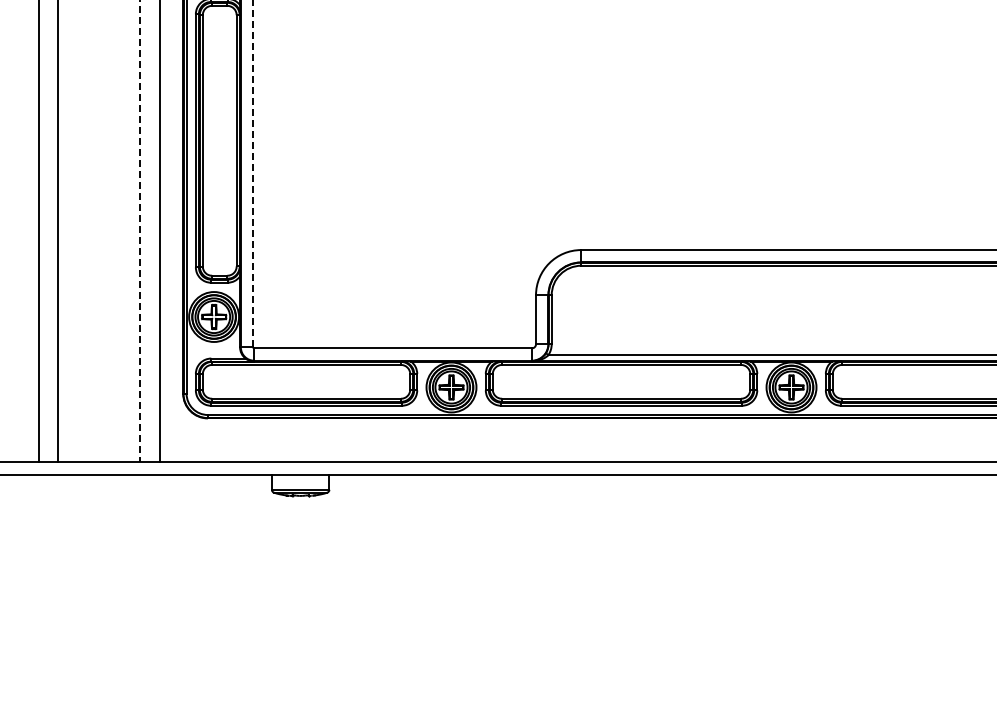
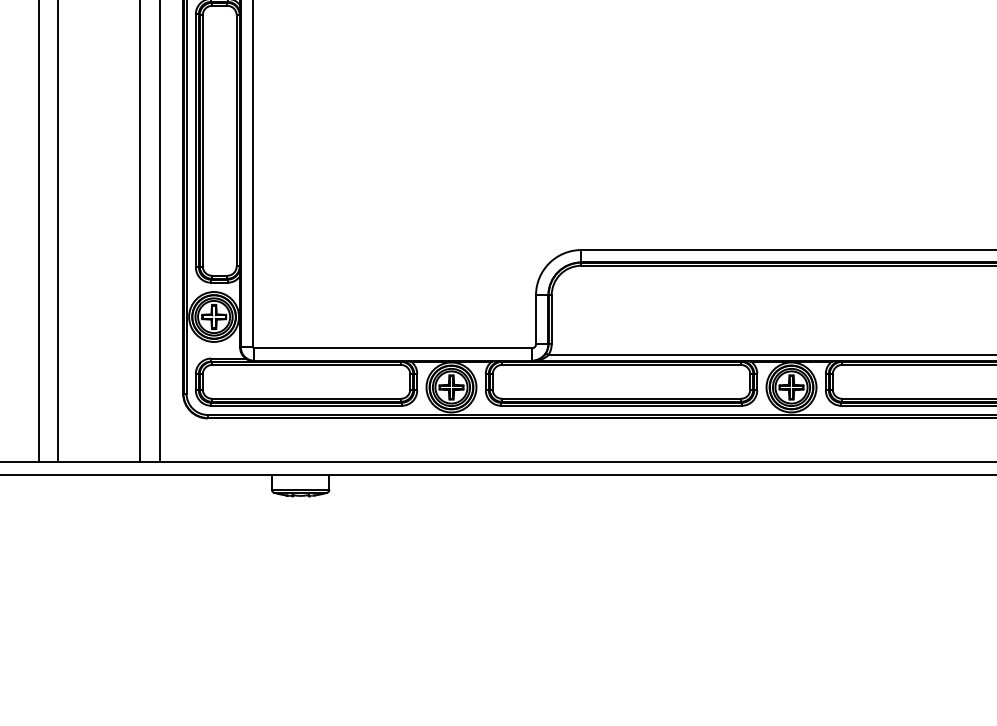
line at (253, 173): dashed -> solid
line at (140, 231): dashed -> solid
